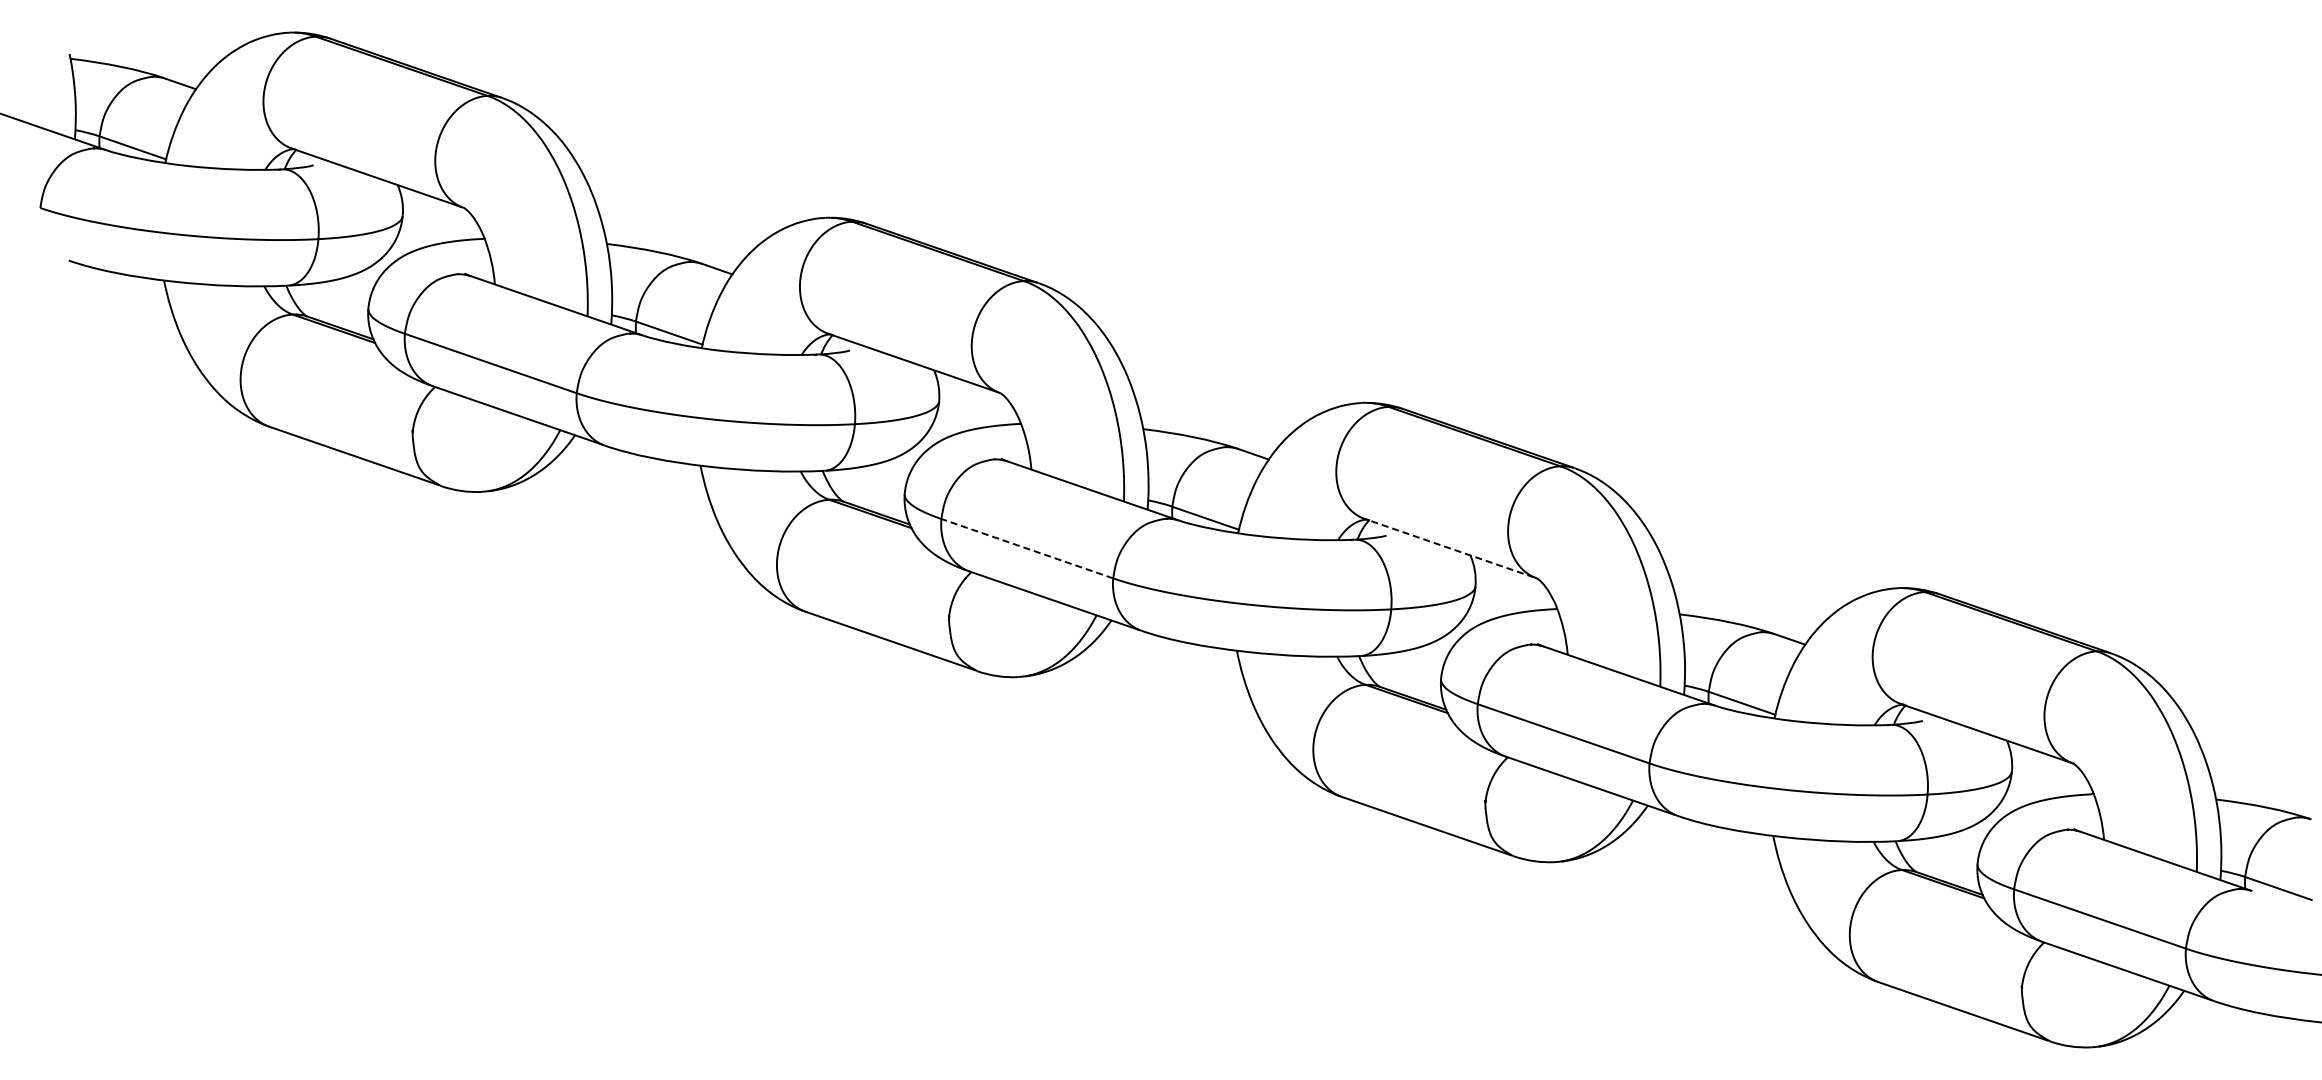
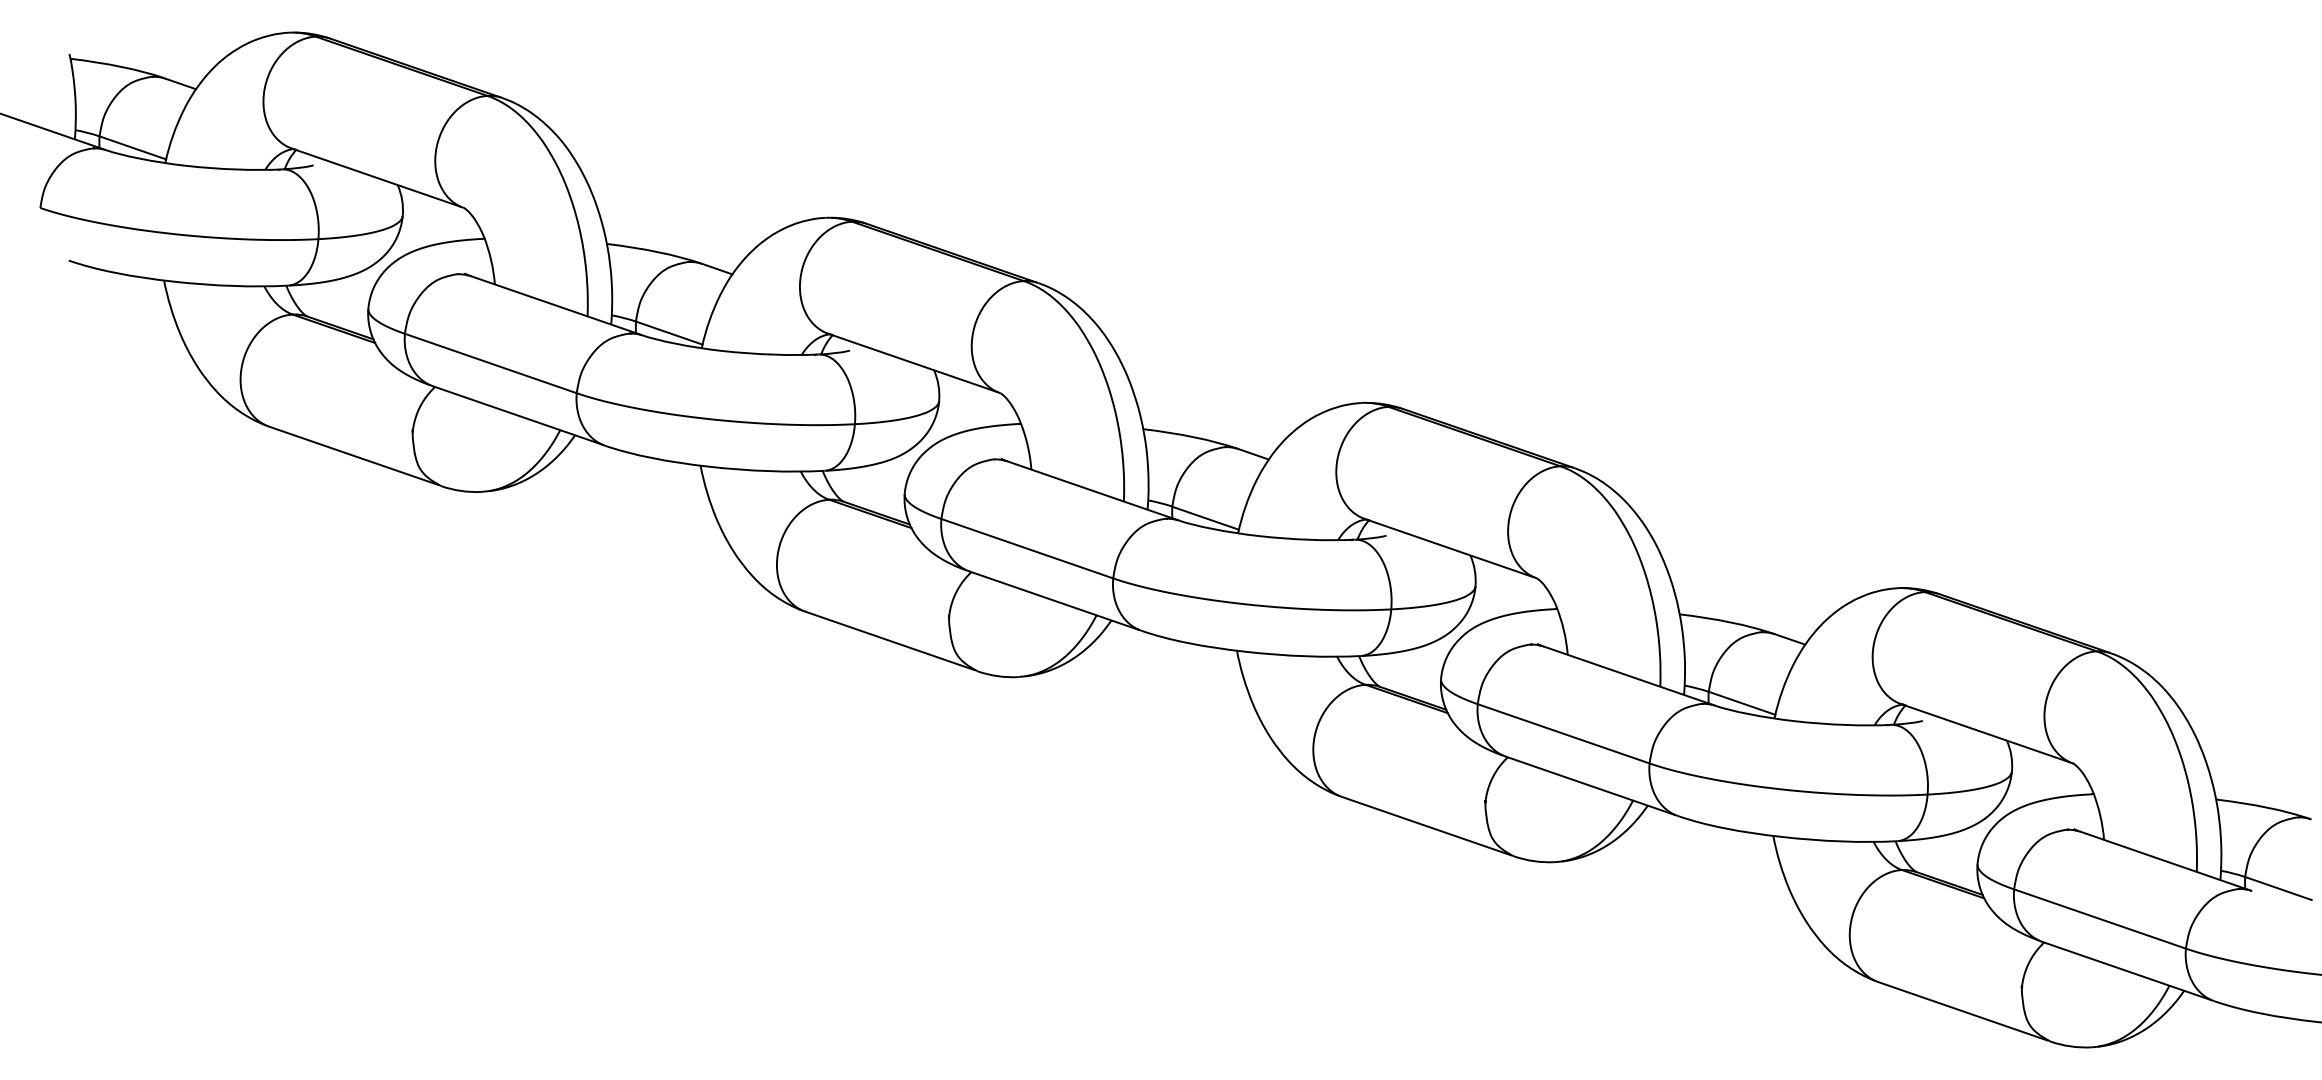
line at (1027, 548): dashed -> solid
line at (1448, 548): dashed -> solid
